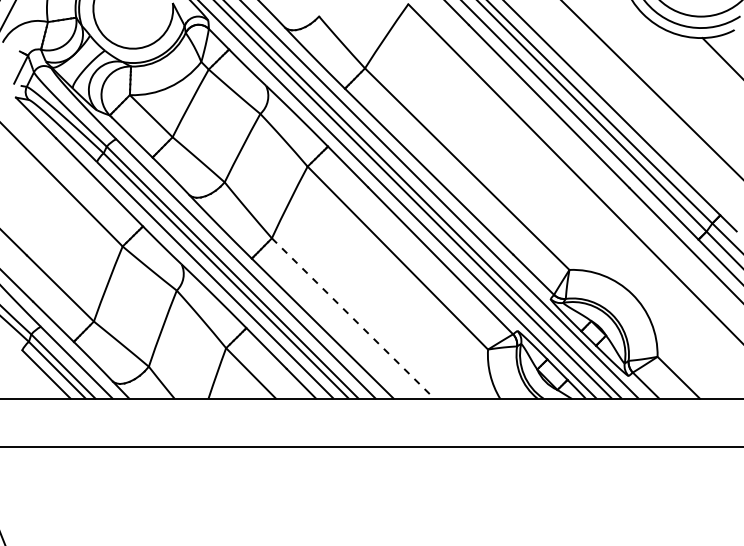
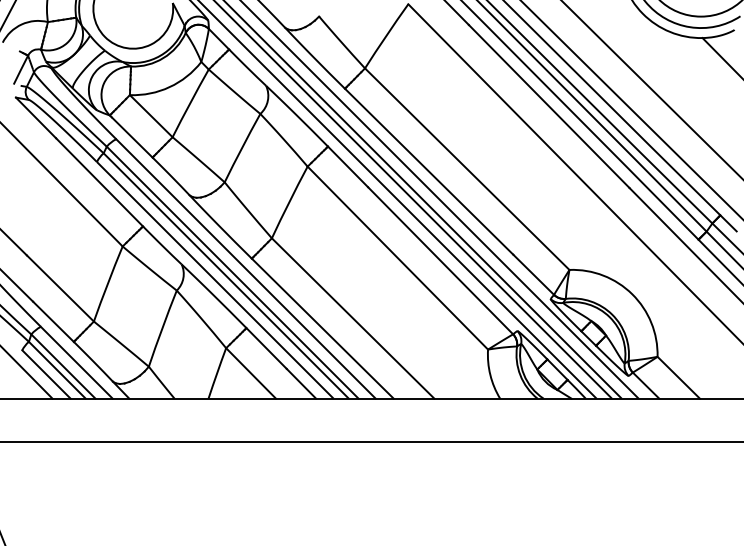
line at (631, 109): none -> present
line at (353, 318): dashed -> solid
line at (27, 372): none -> present
line at (371, 446) position: (371, 446) -> (371, 441)
